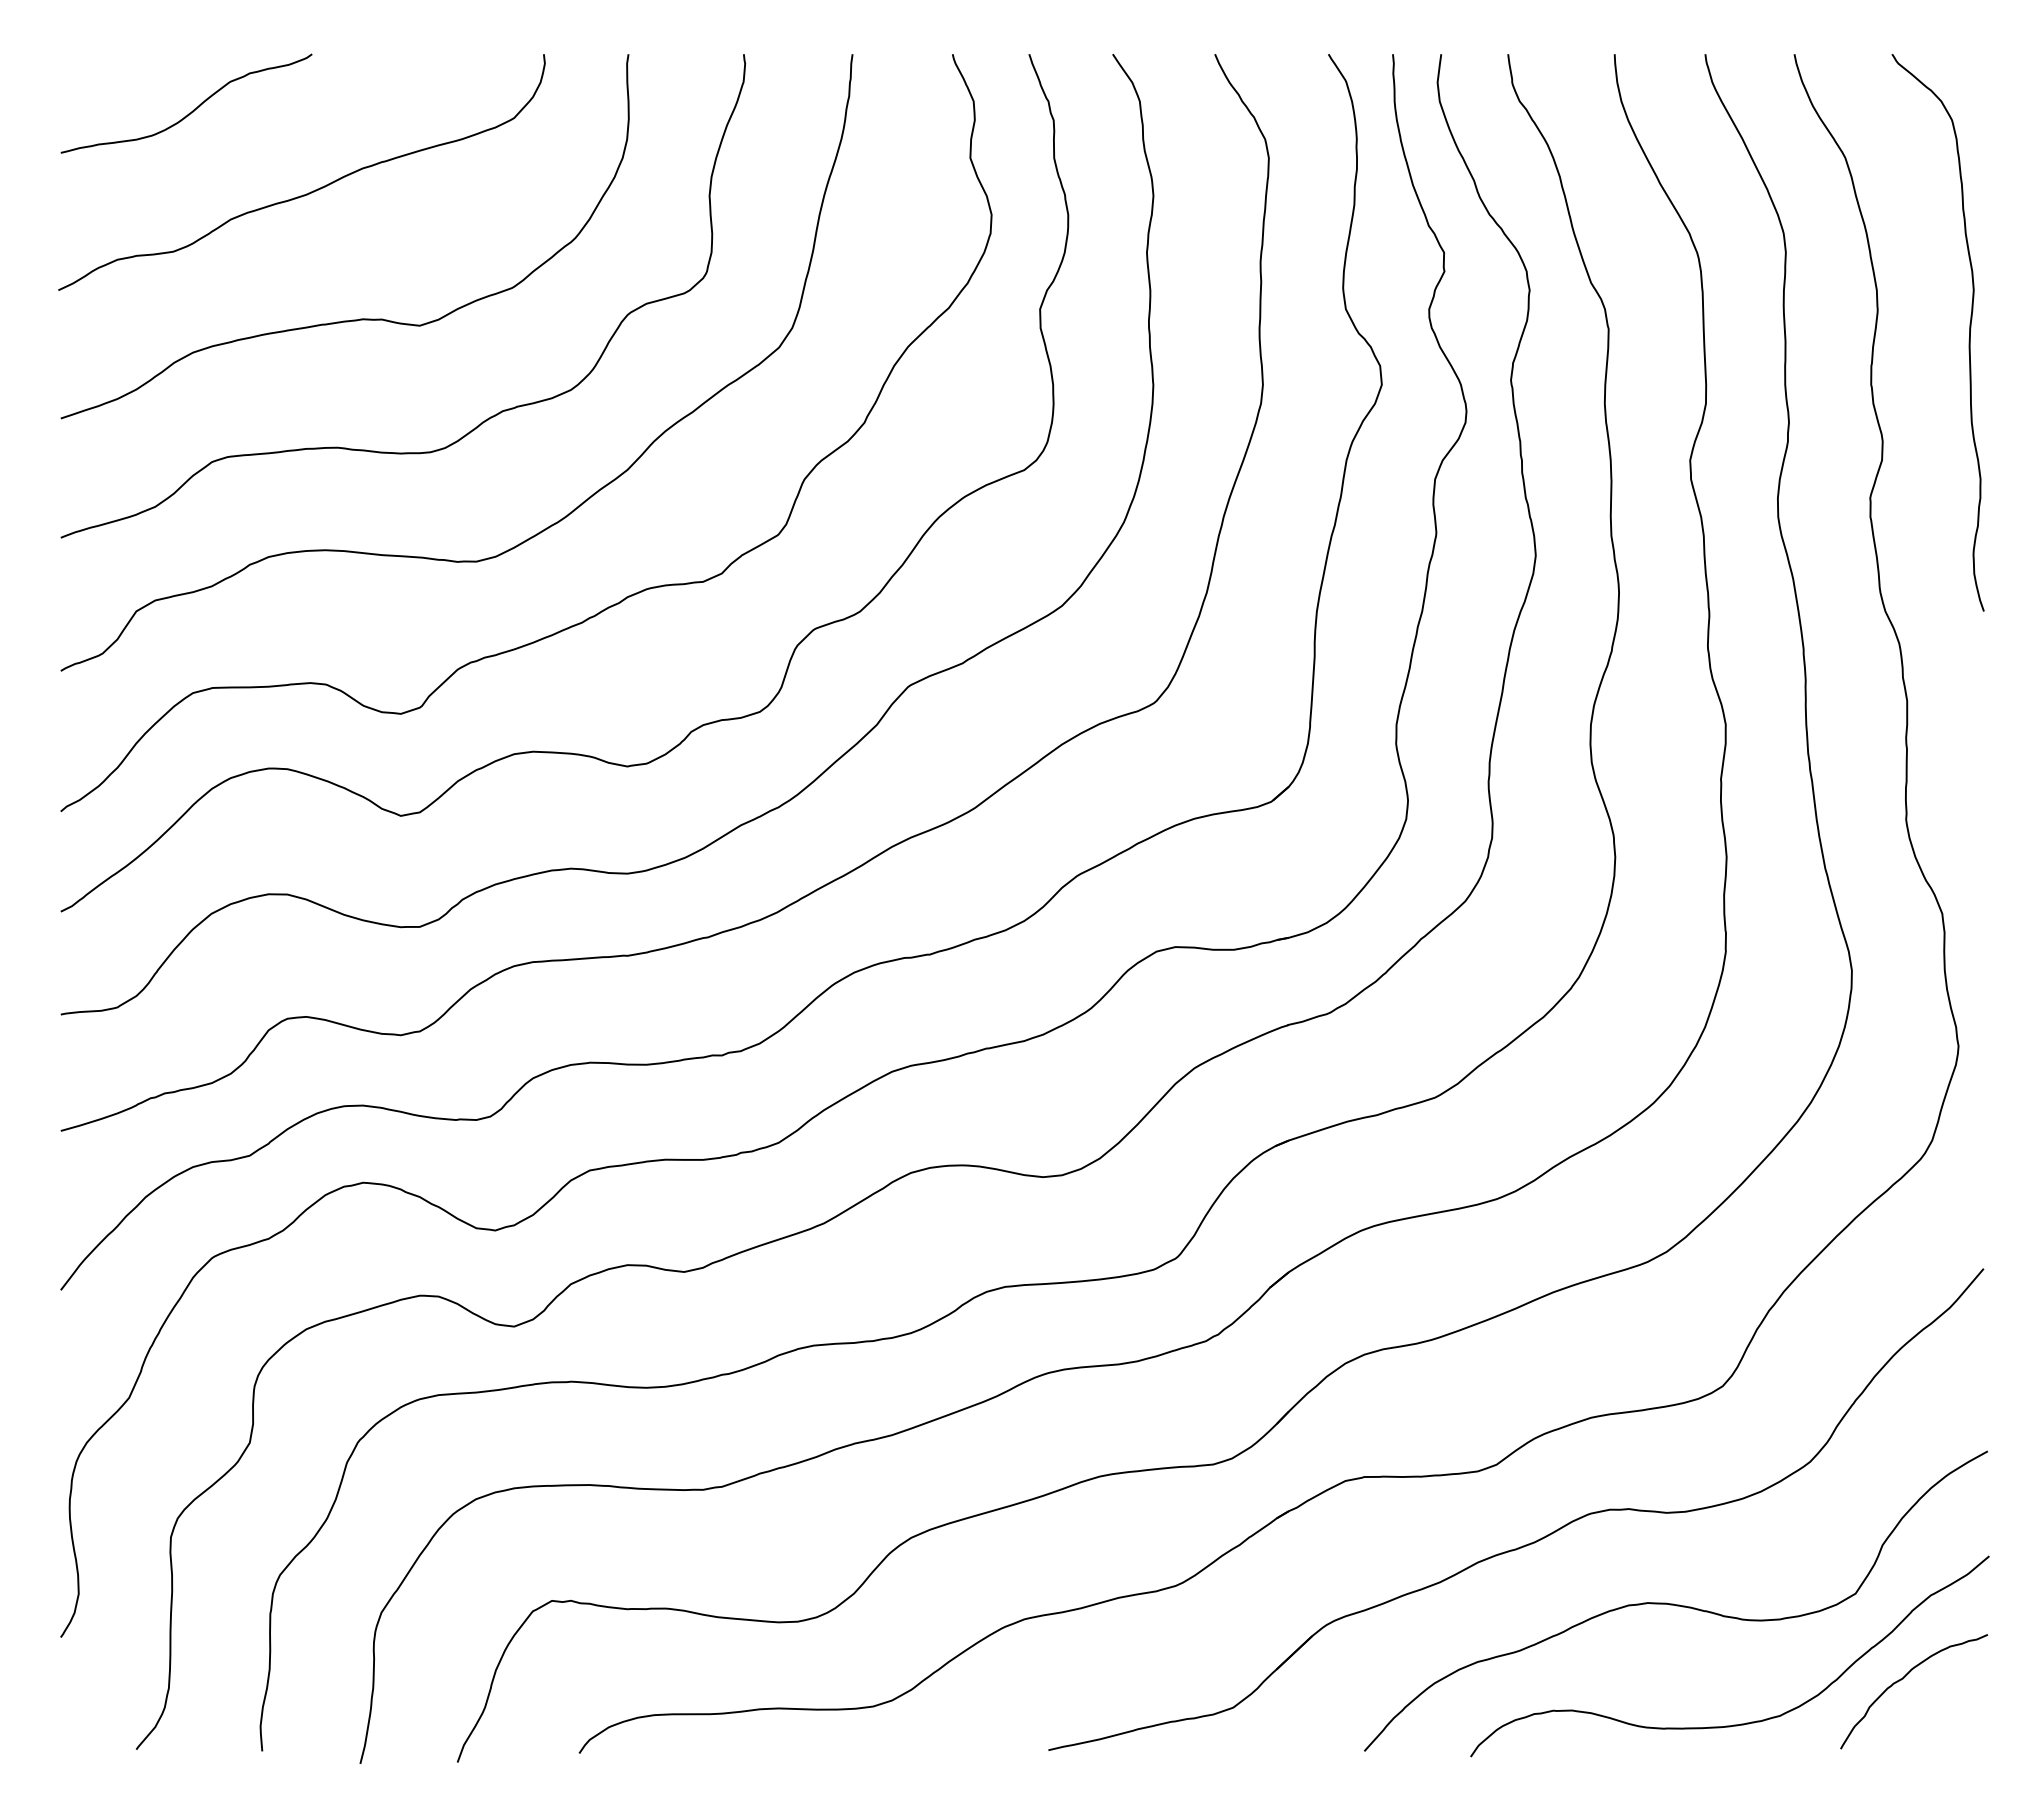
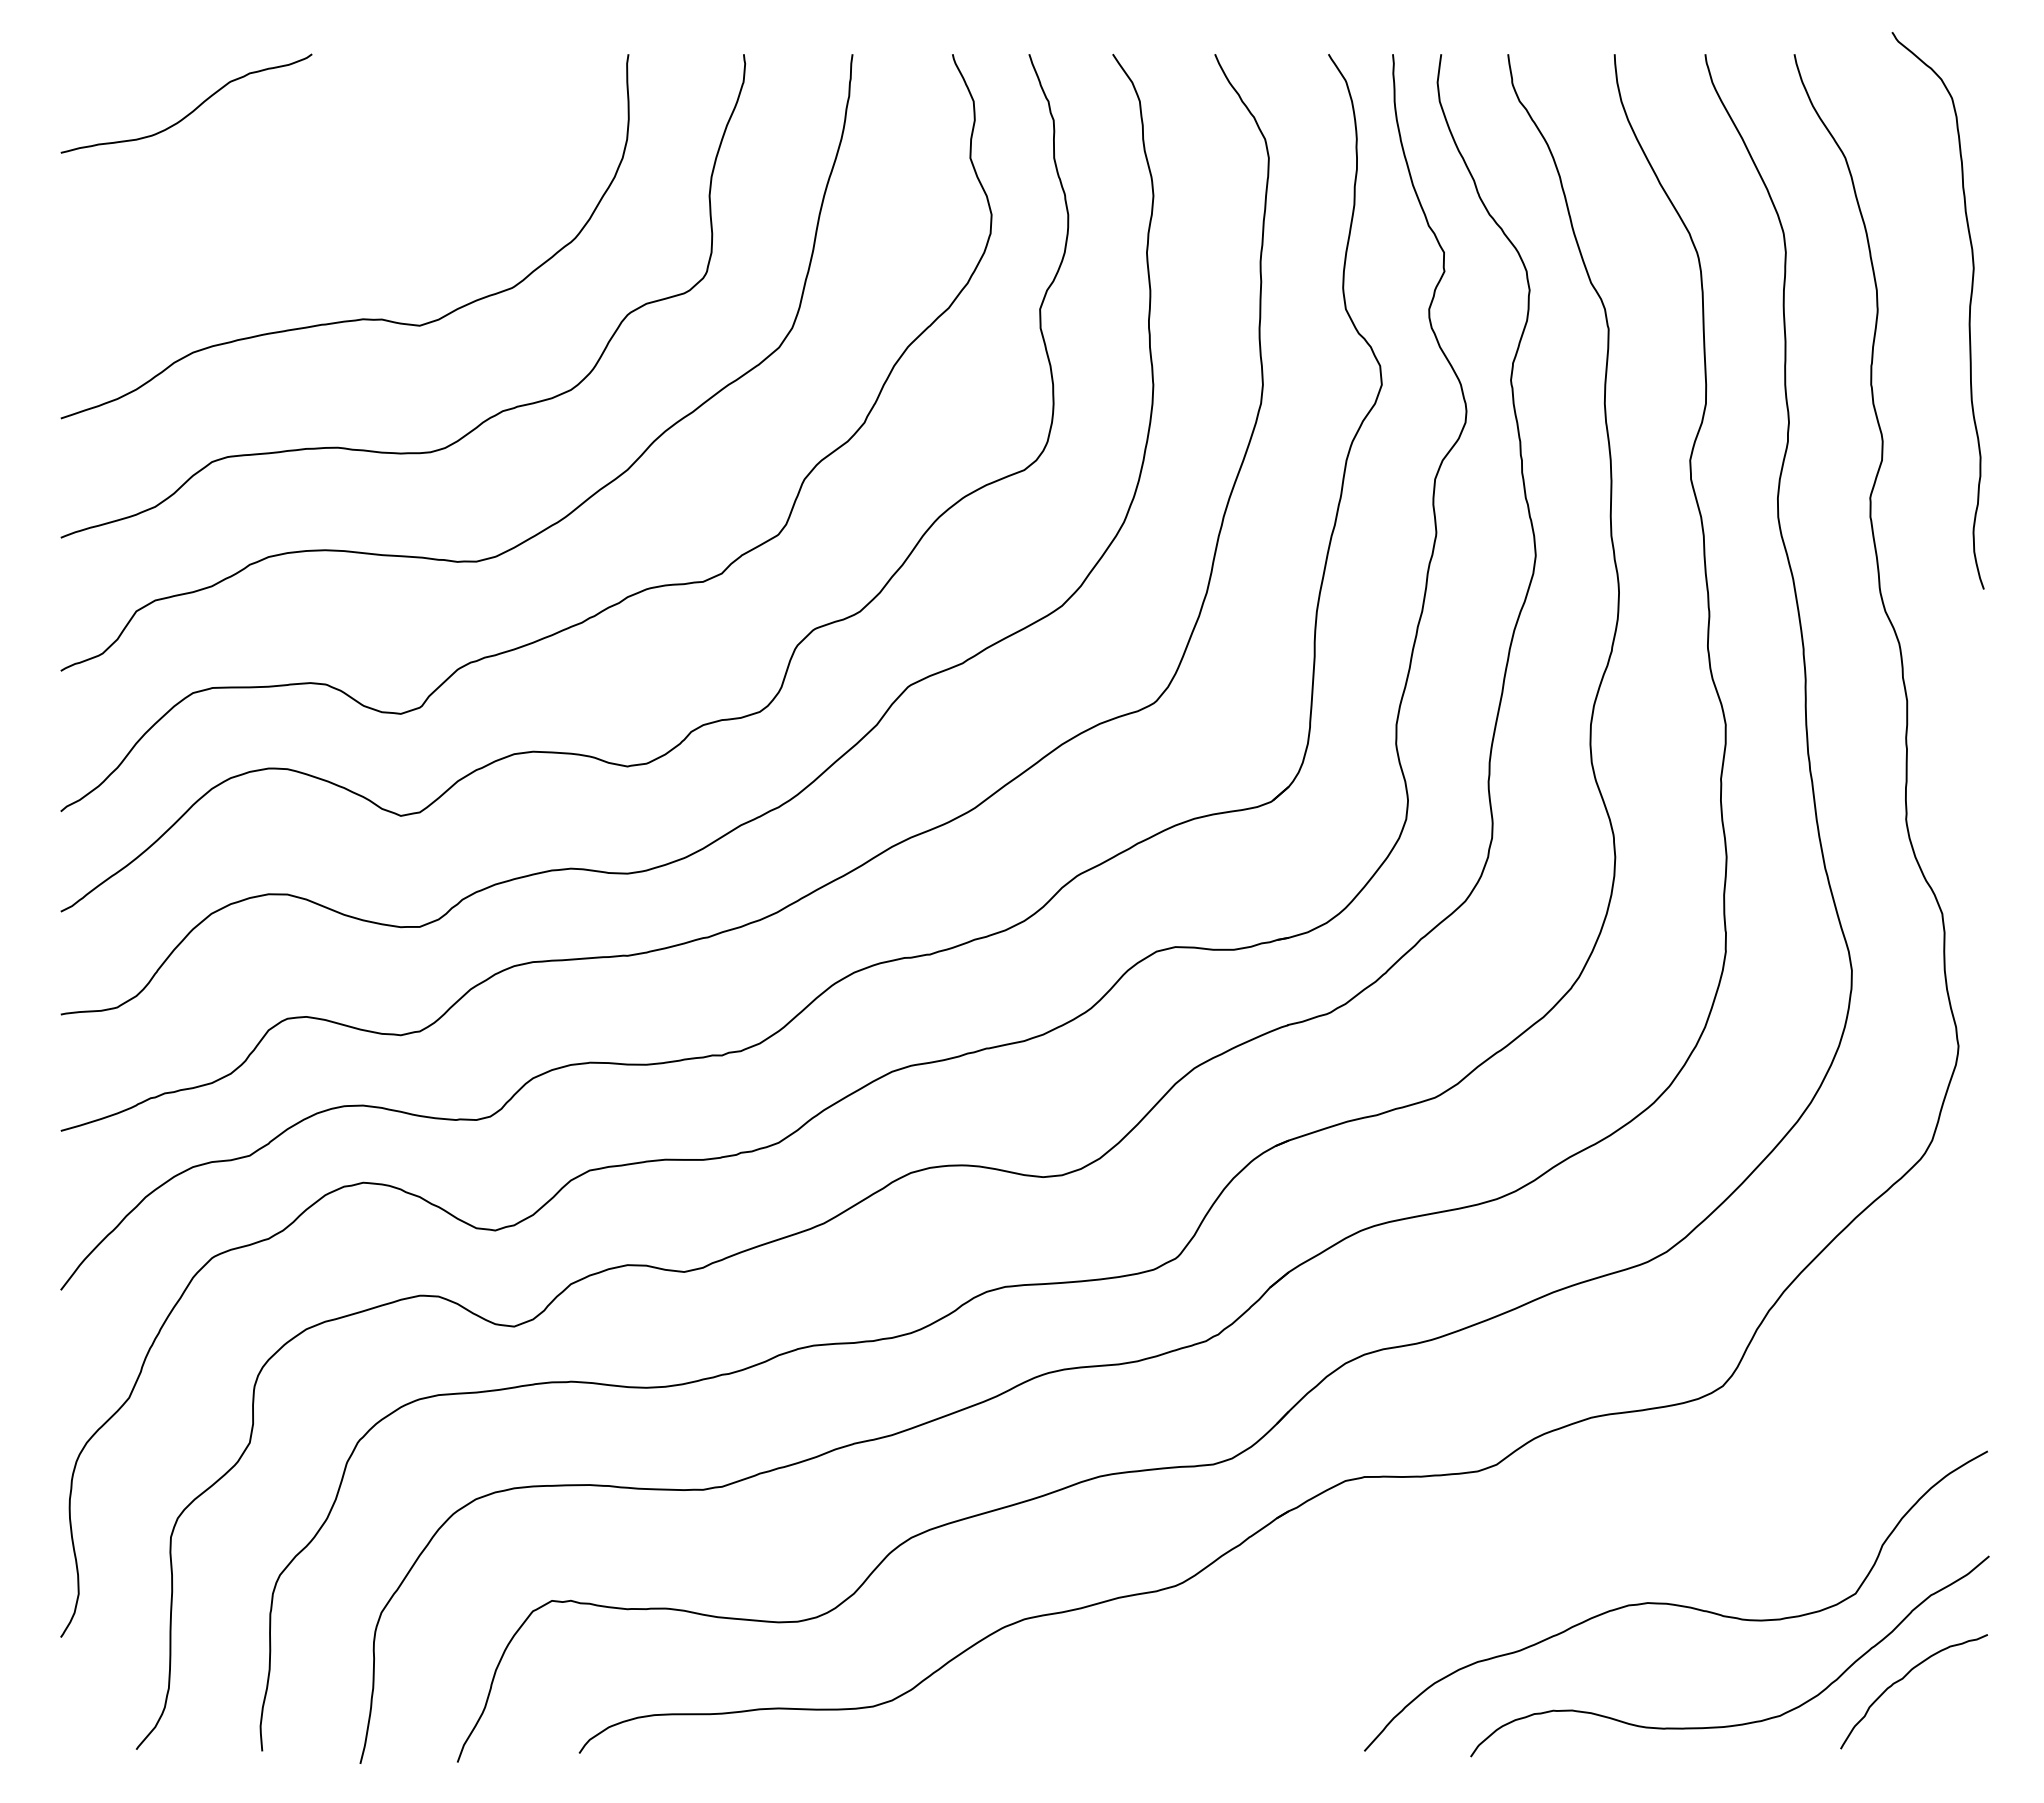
curve at (308, 192): present -> none
curve at (1969, 332) position: (1969, 332) -> (1969, 310)
part at (1528, 1543): present -> none
